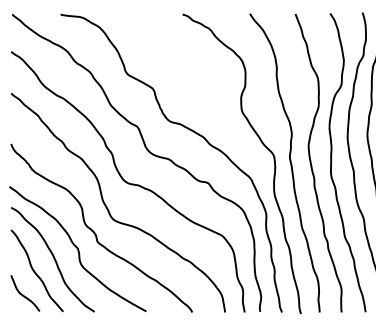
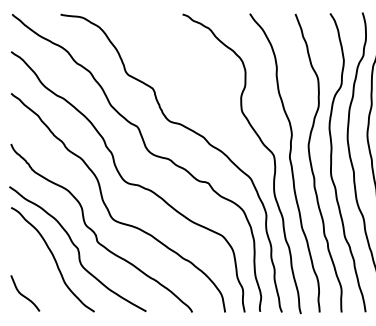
curve at (35, 271): present -> none
